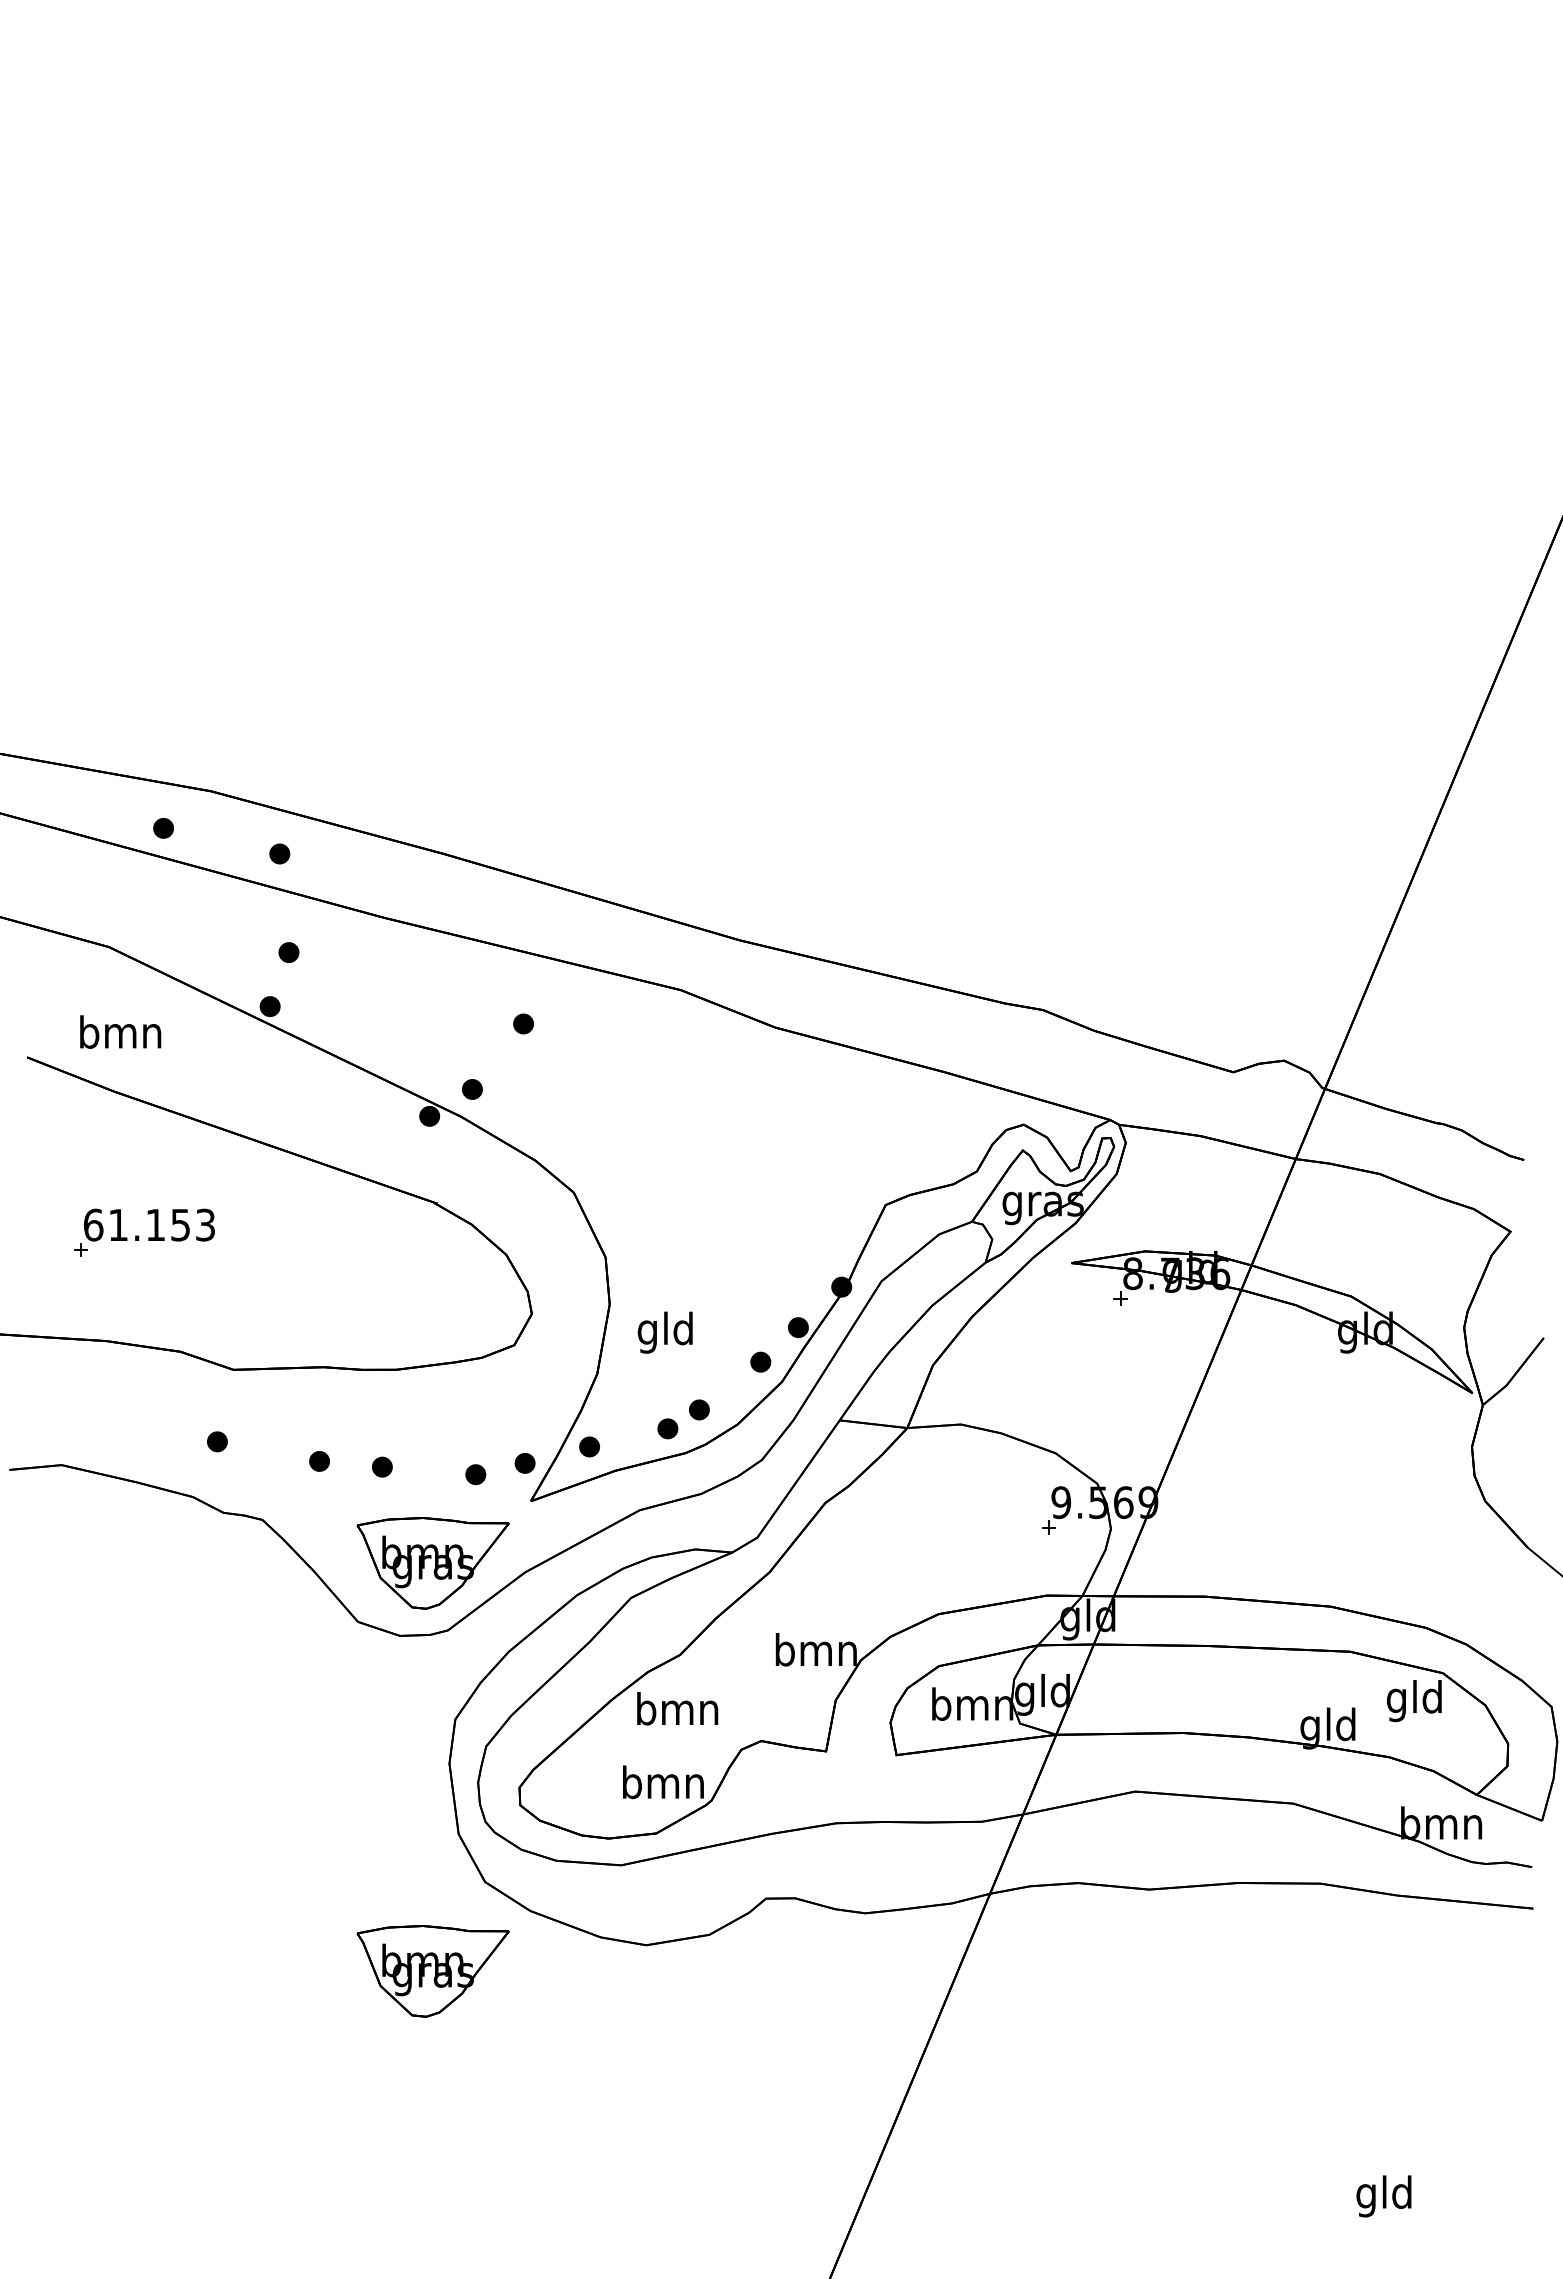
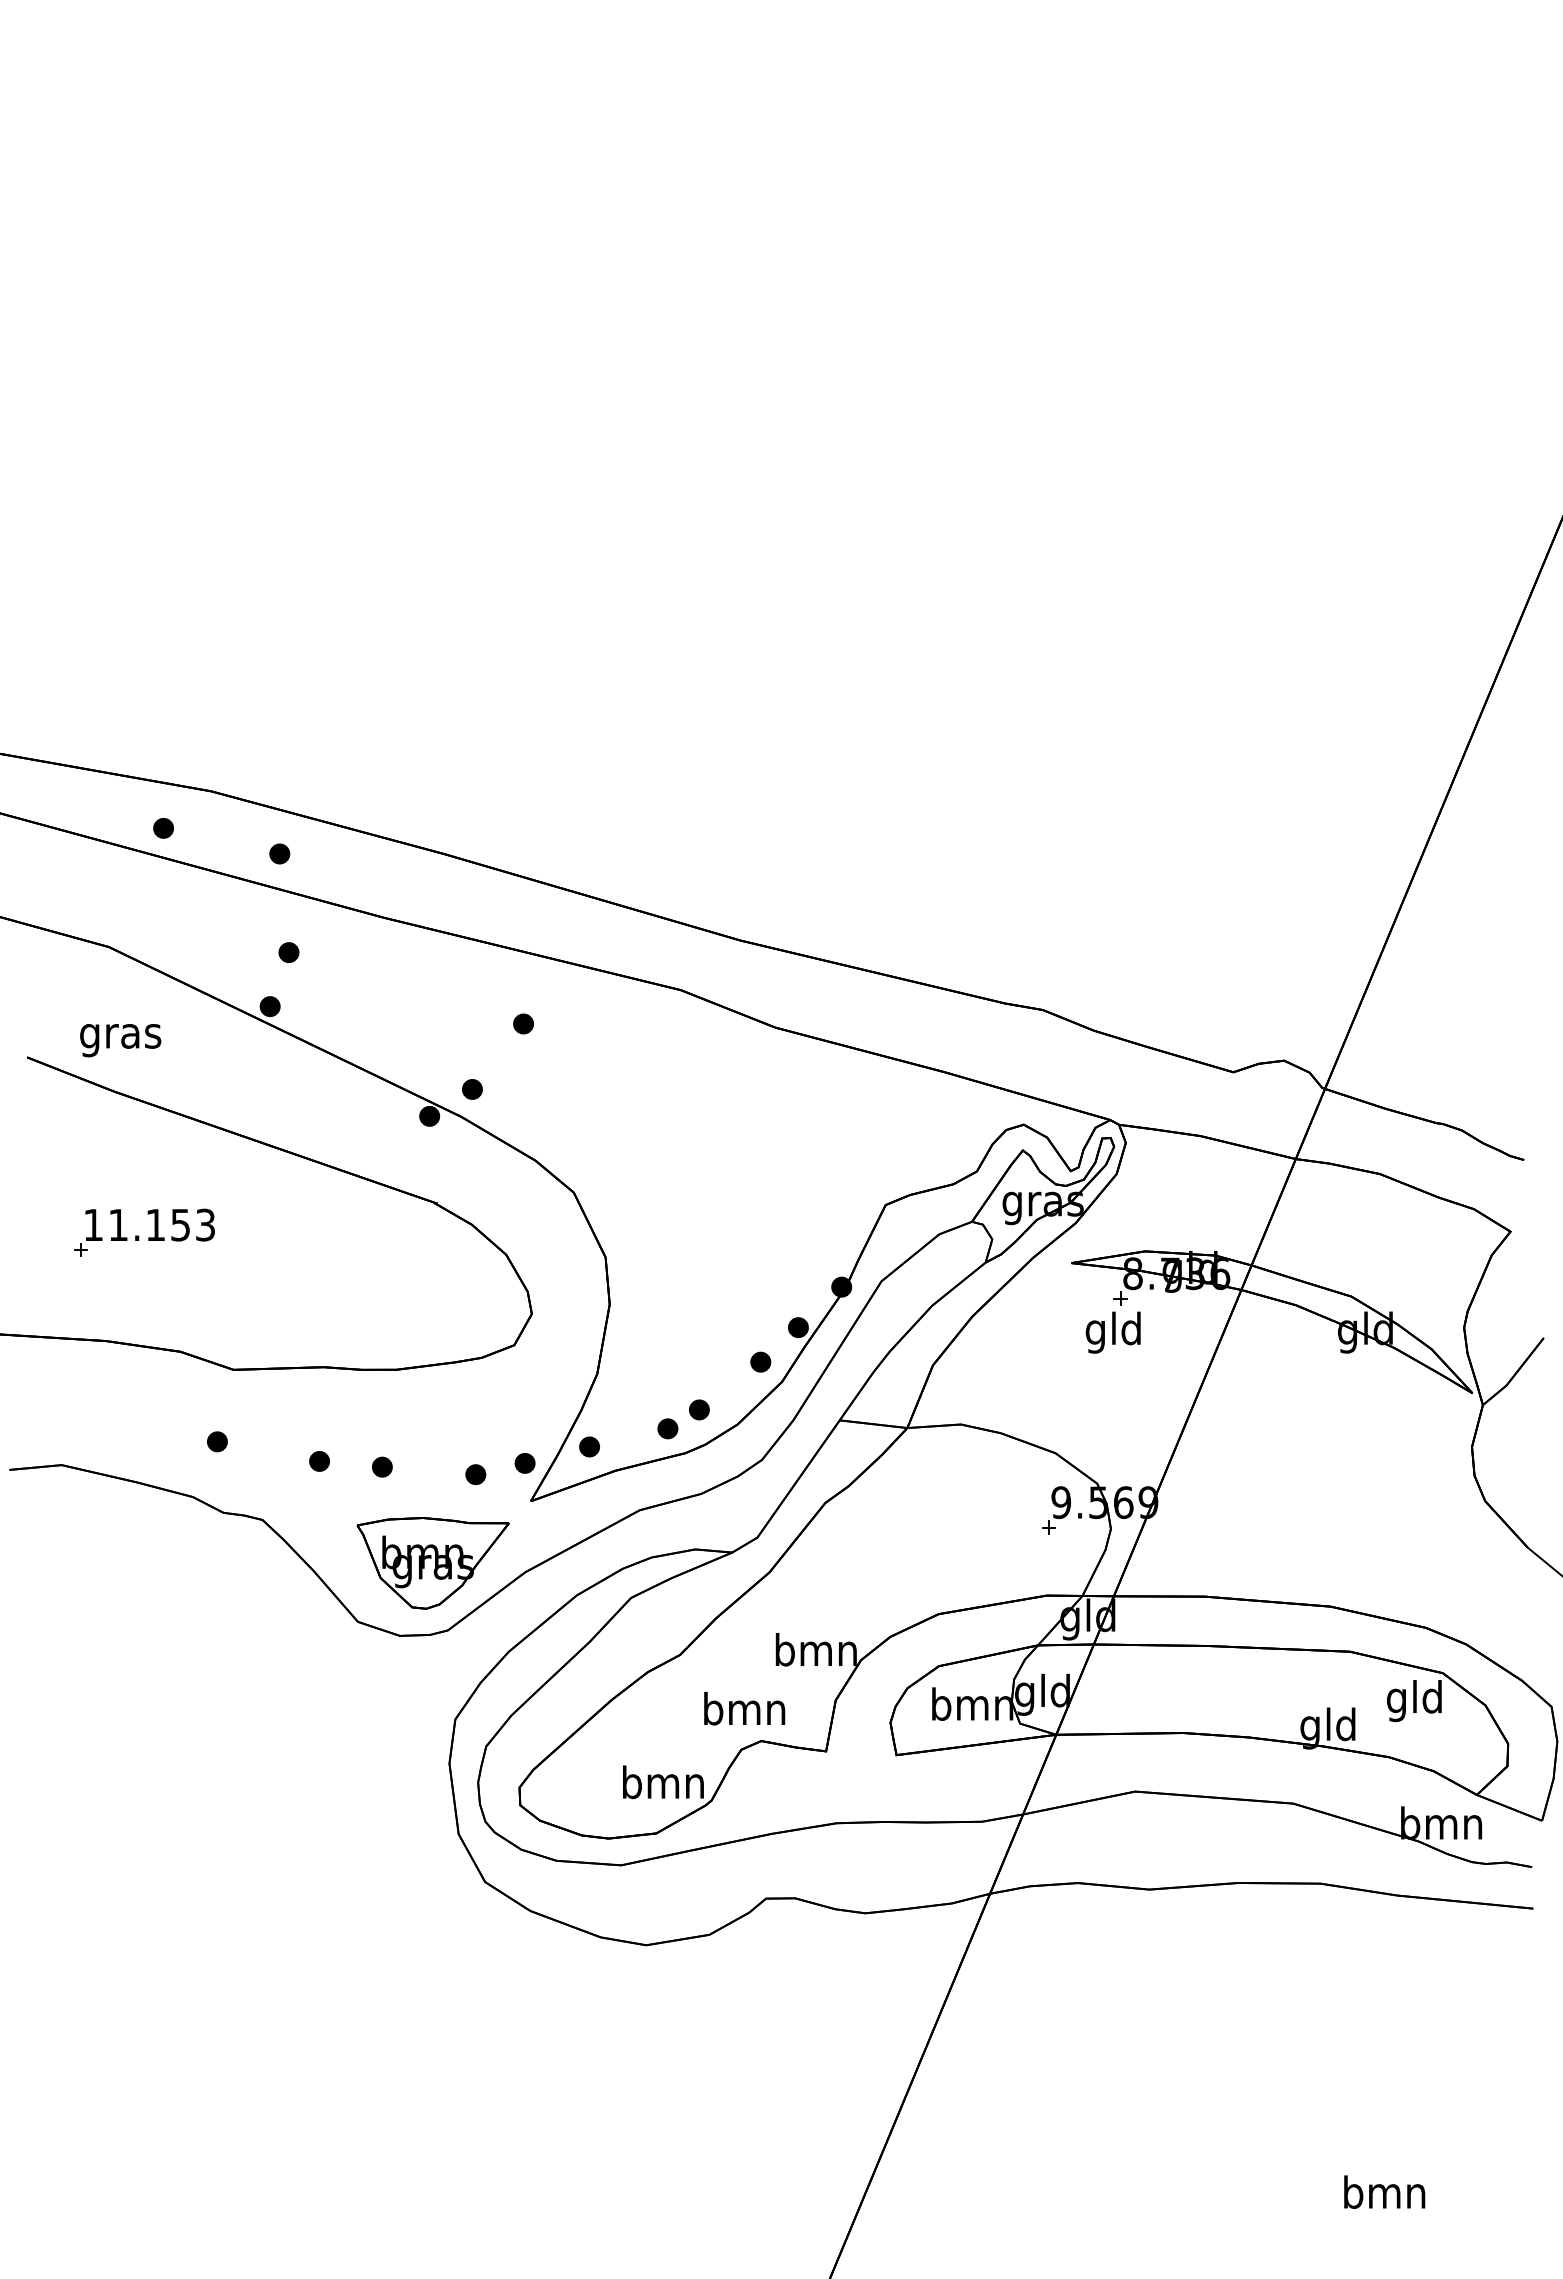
text at (120, 1036): bmn -> gras
text at (93, 1224): 61.153 -> 11.153
text at (664, 1332) position: (664, 1332) -> (1112, 1332)
text at (677, 1708) position: (677, 1708) -> (744, 1708)
part at (432, 1971): present -> none
text at (1384, 2196): gld -> bmn
